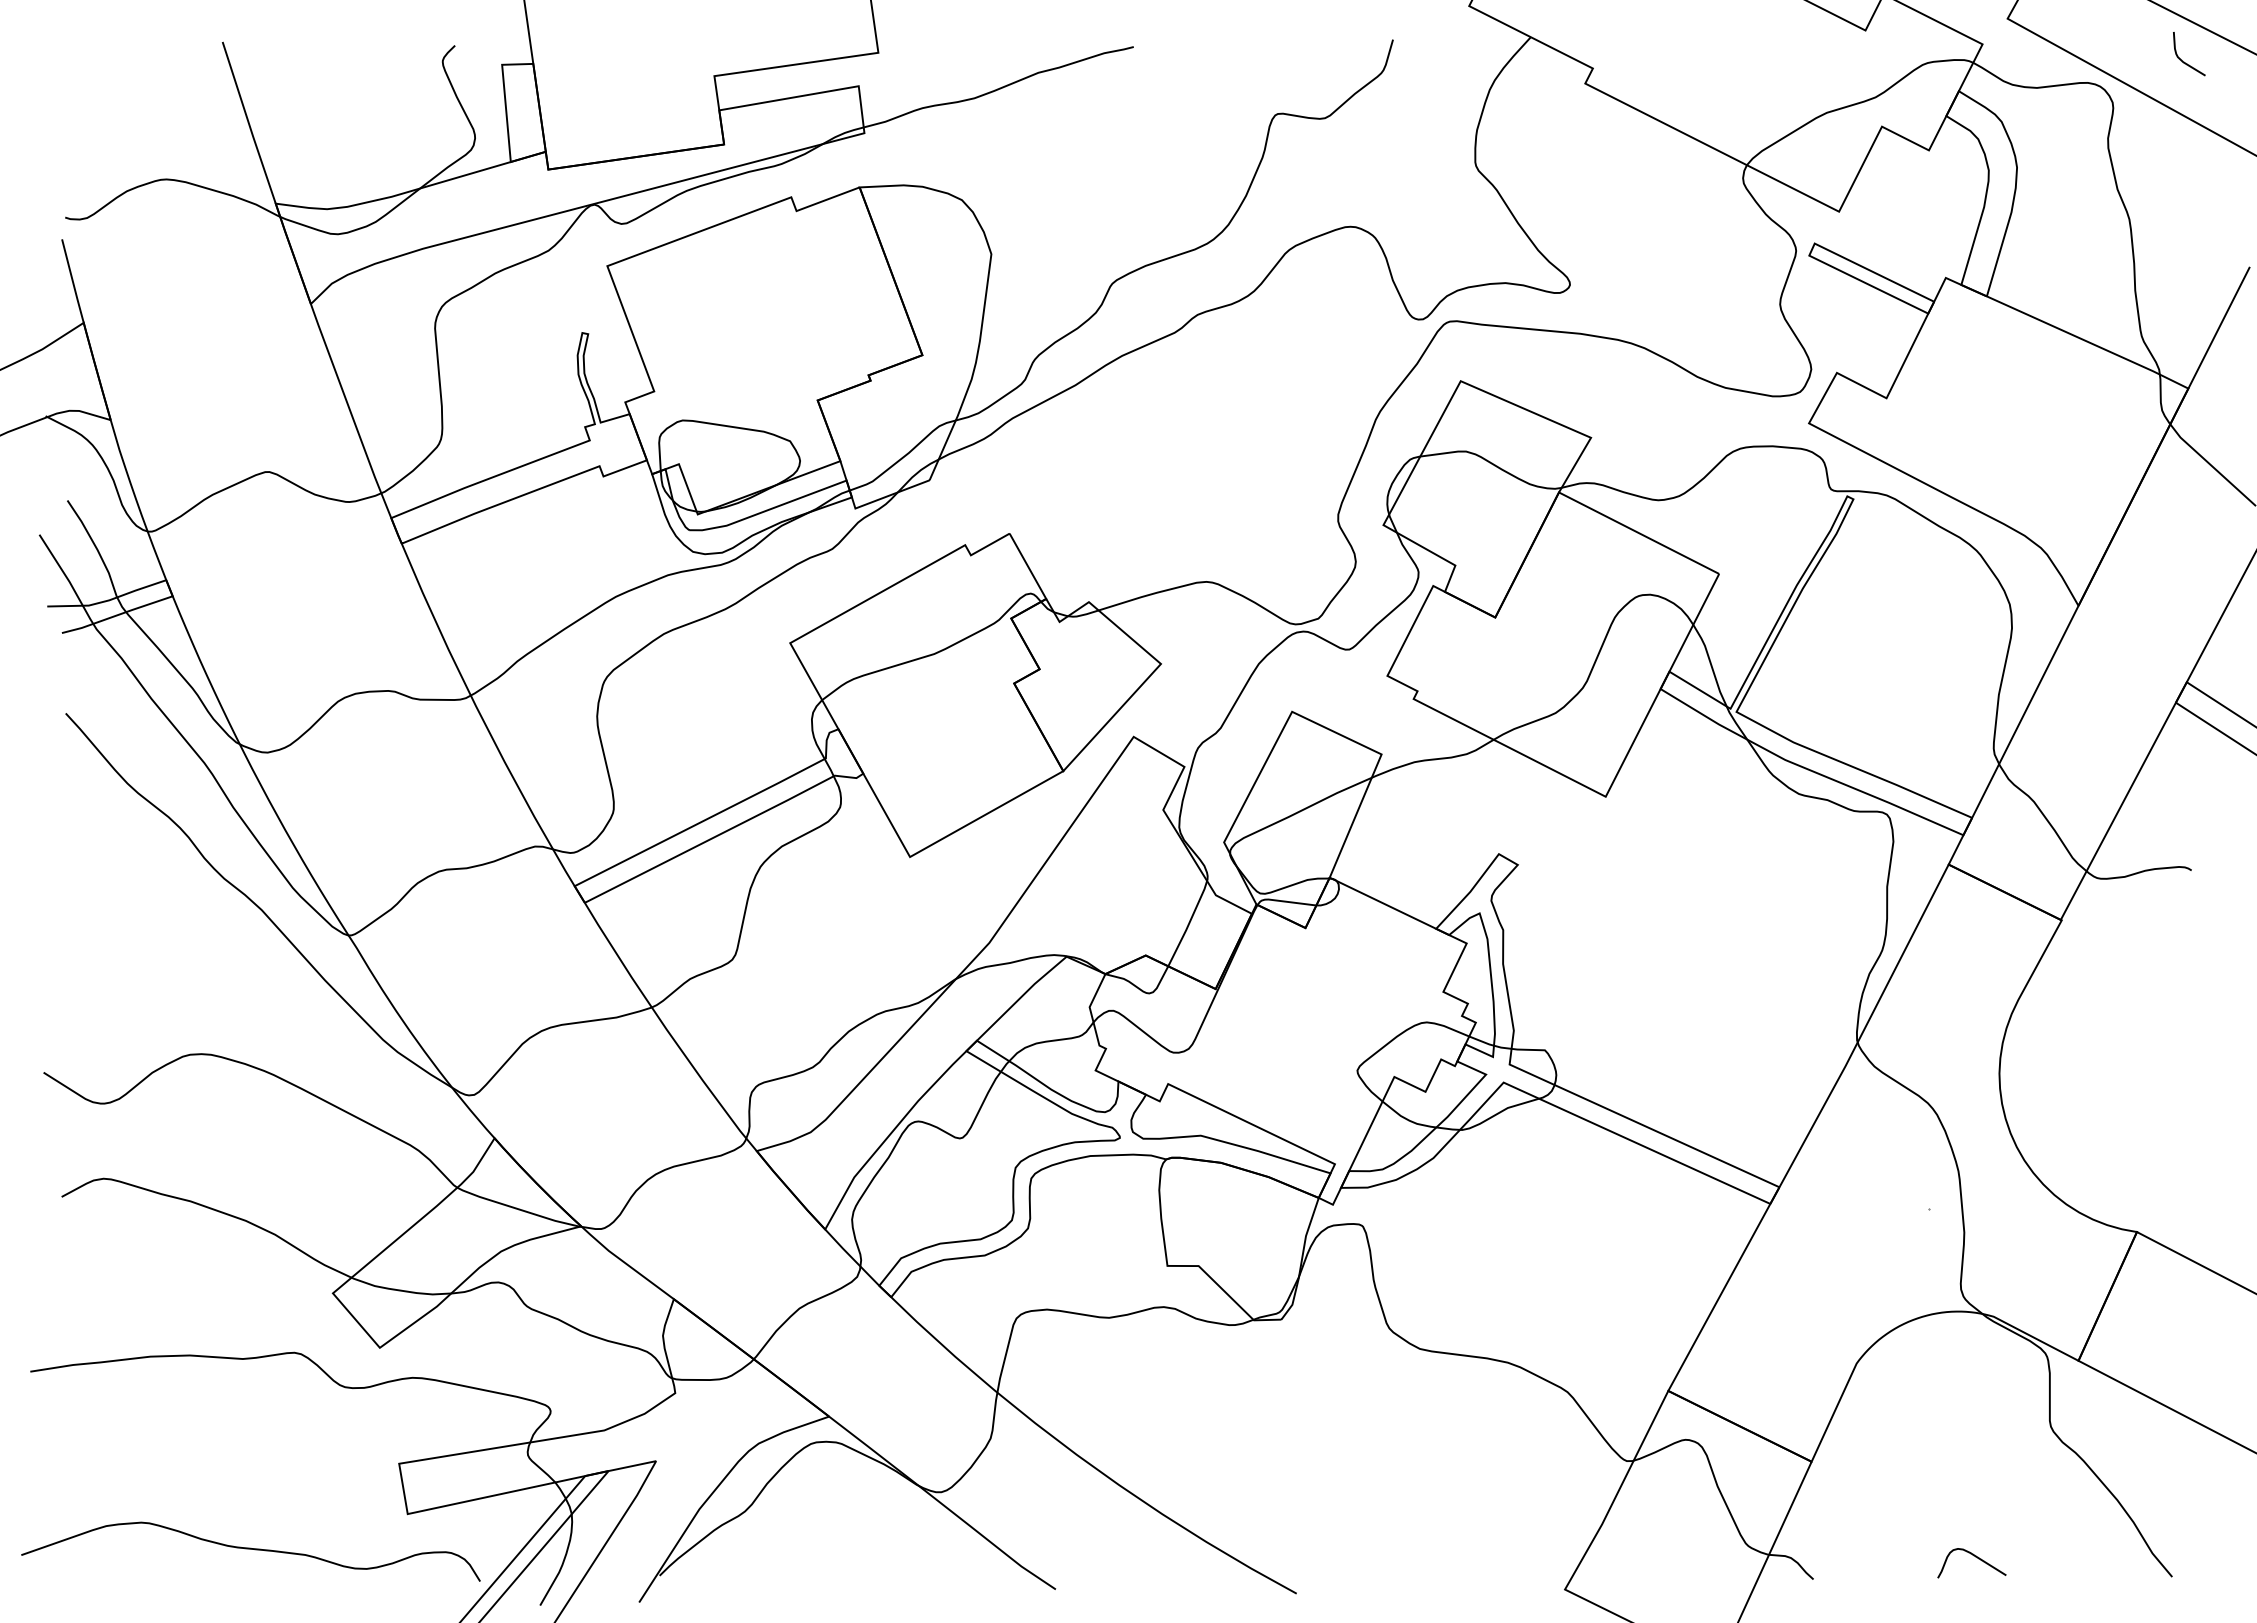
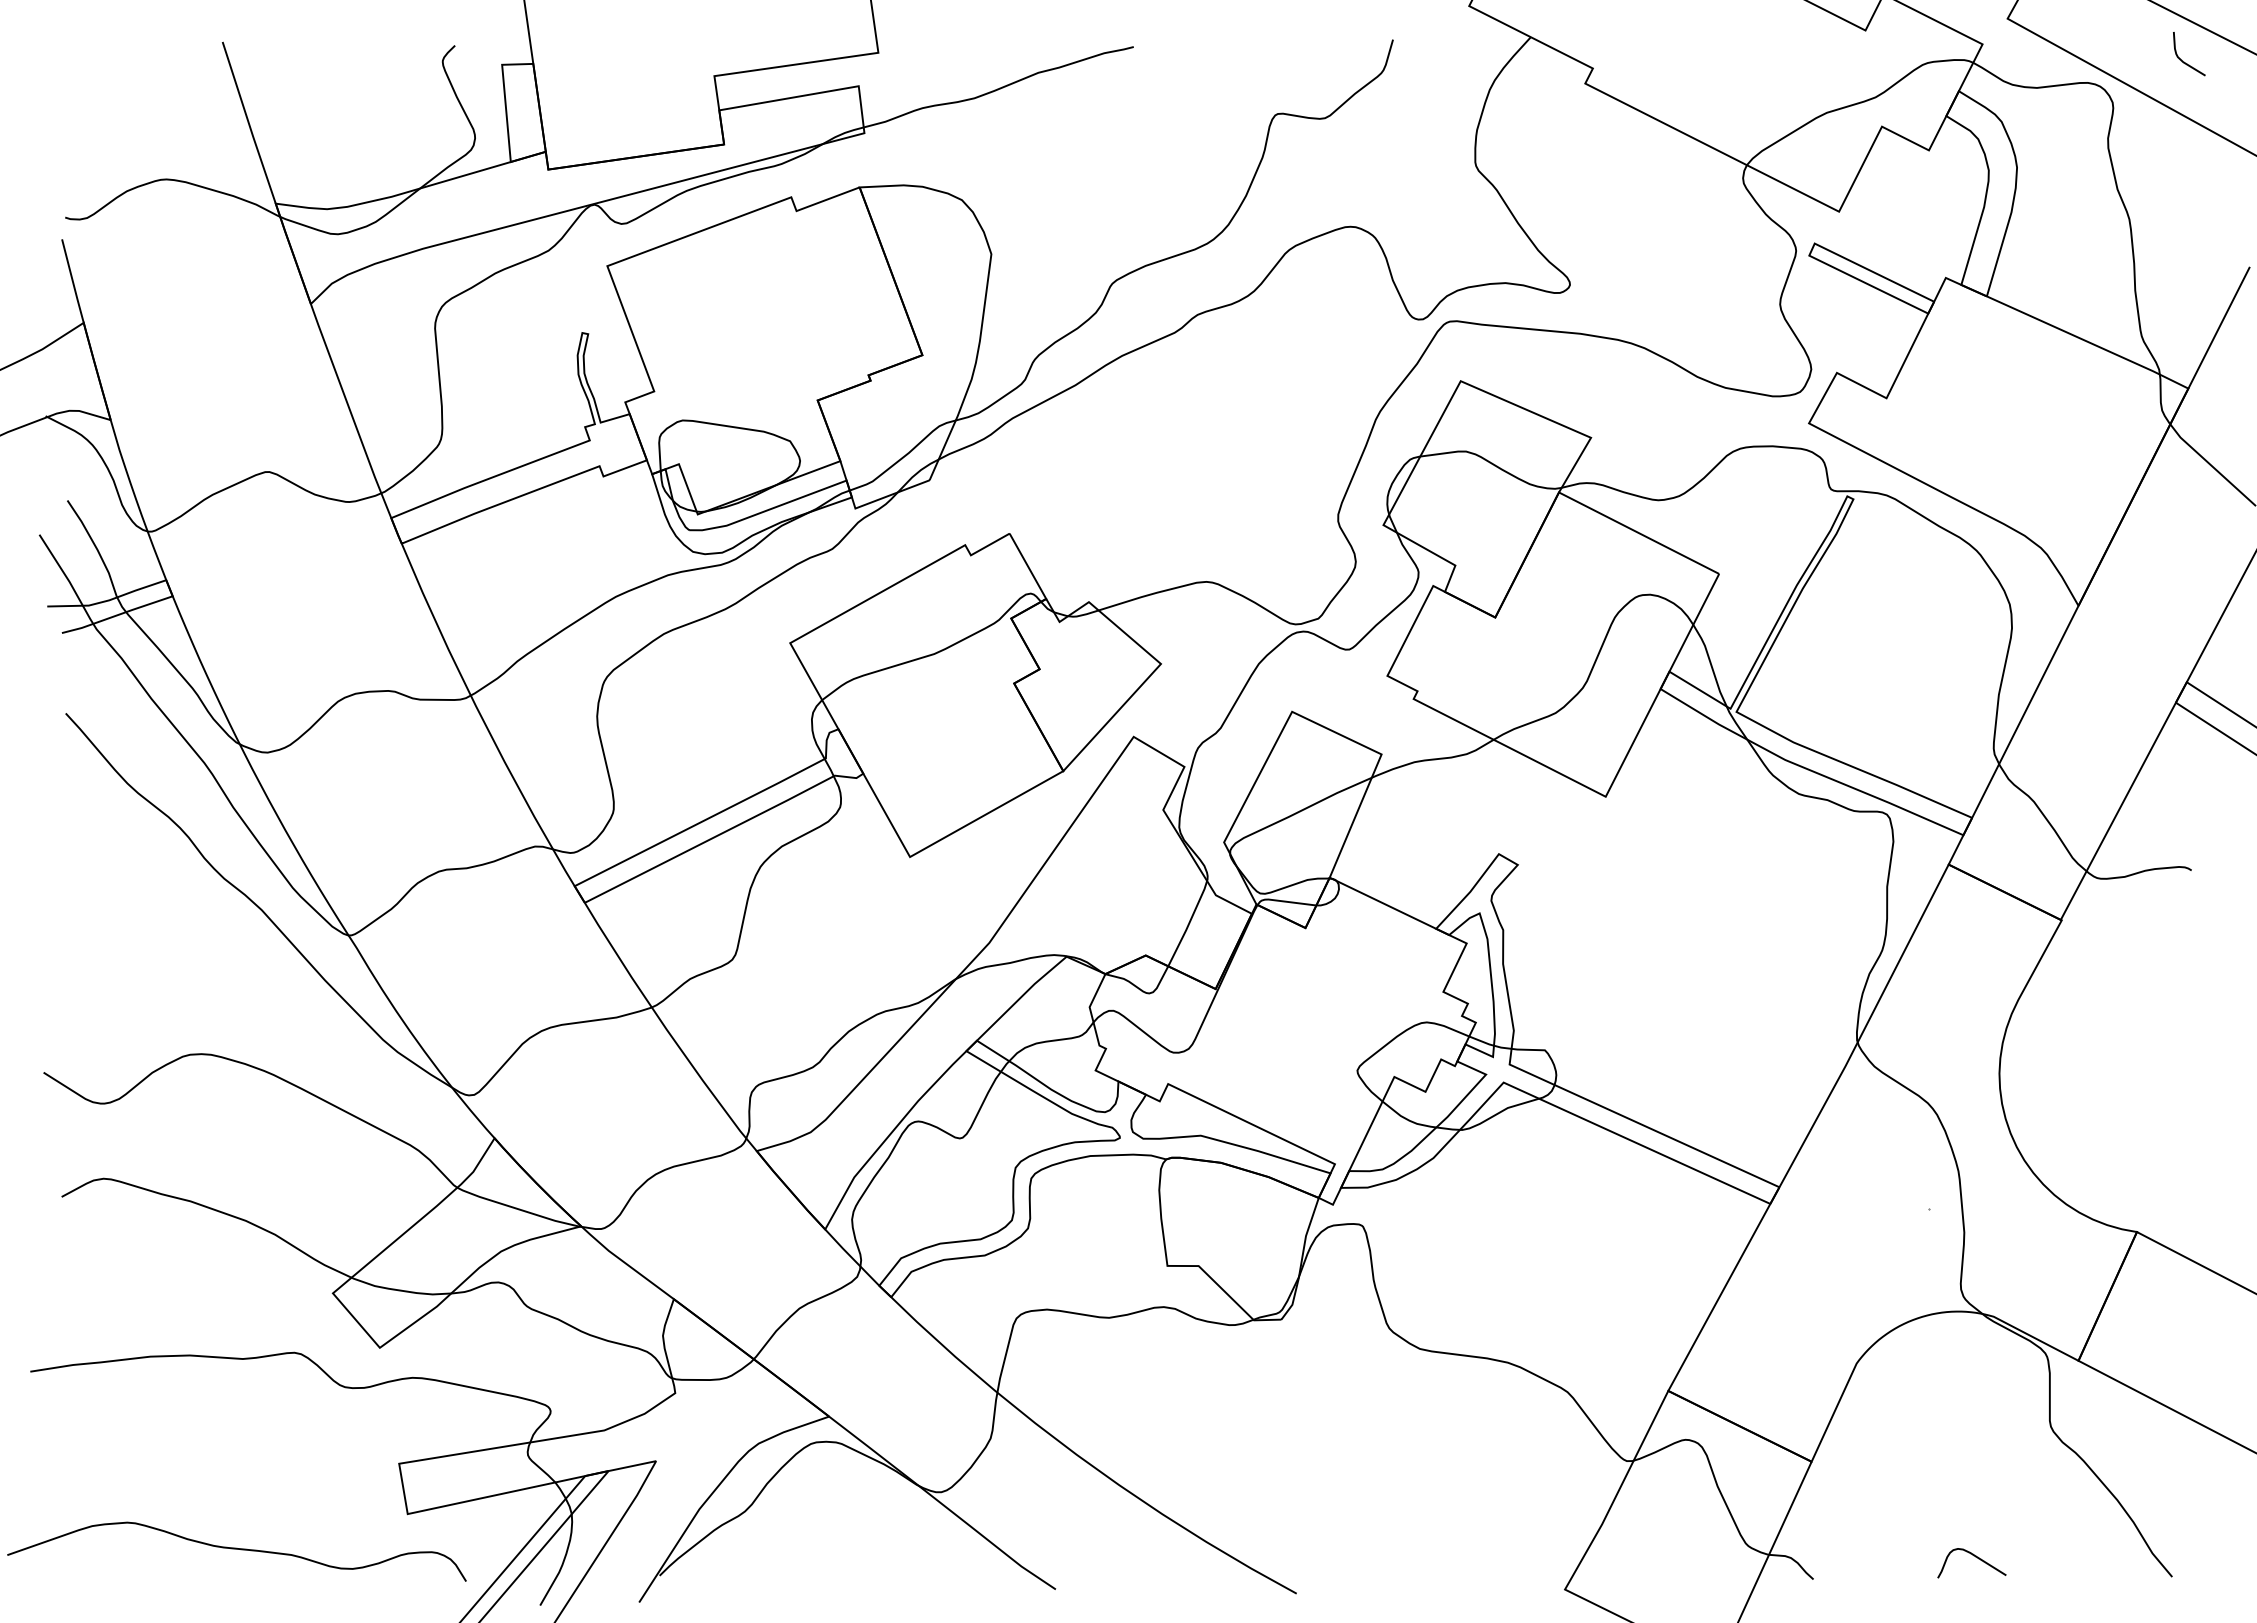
curve at (250, 1549) position: (250, 1549) -> (236, 1549)
